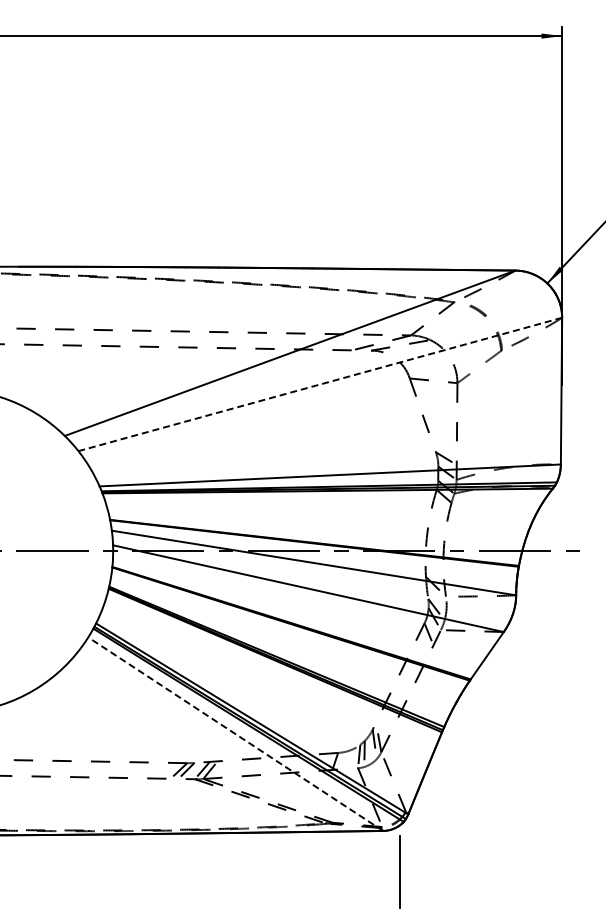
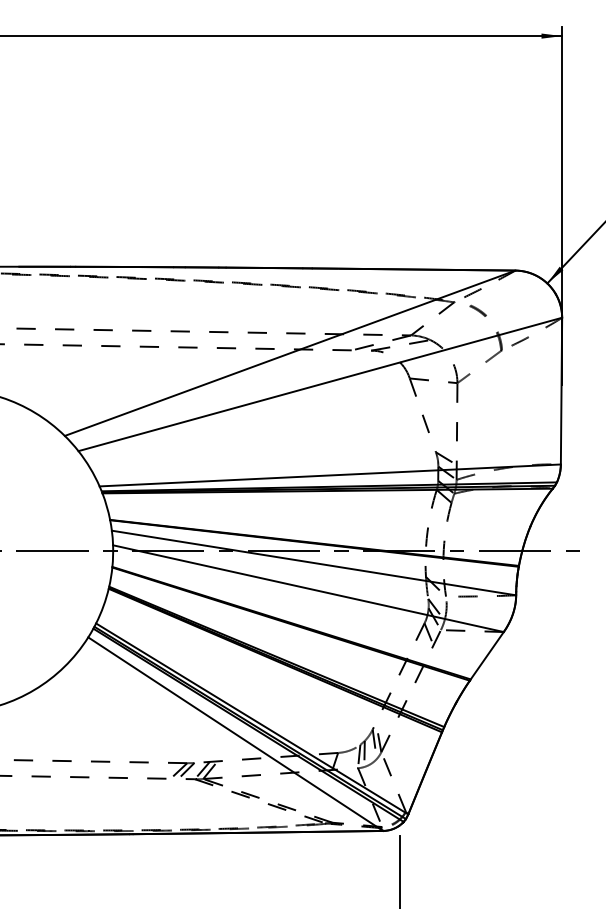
line at (320, 384): dashed -> solid
line at (235, 733): dashed -> solid
